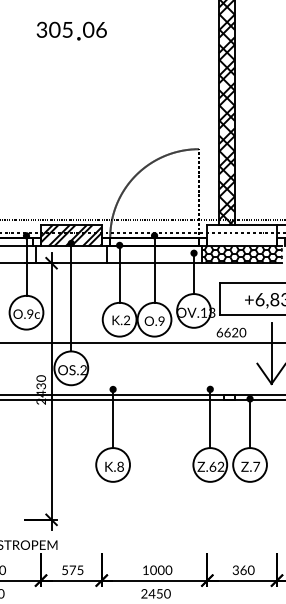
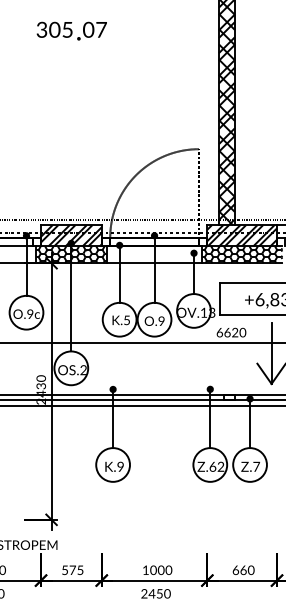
text at (101, 29): 06 -> 07
hatch at (242, 235): none -> present
hatch at (71, 254): none -> present
text at (127, 320): K.2 -> K.5
line at (142, 405): none -> present
text at (120, 467): K.8 -> K.9
text at (235, 569): 360 -> 660
